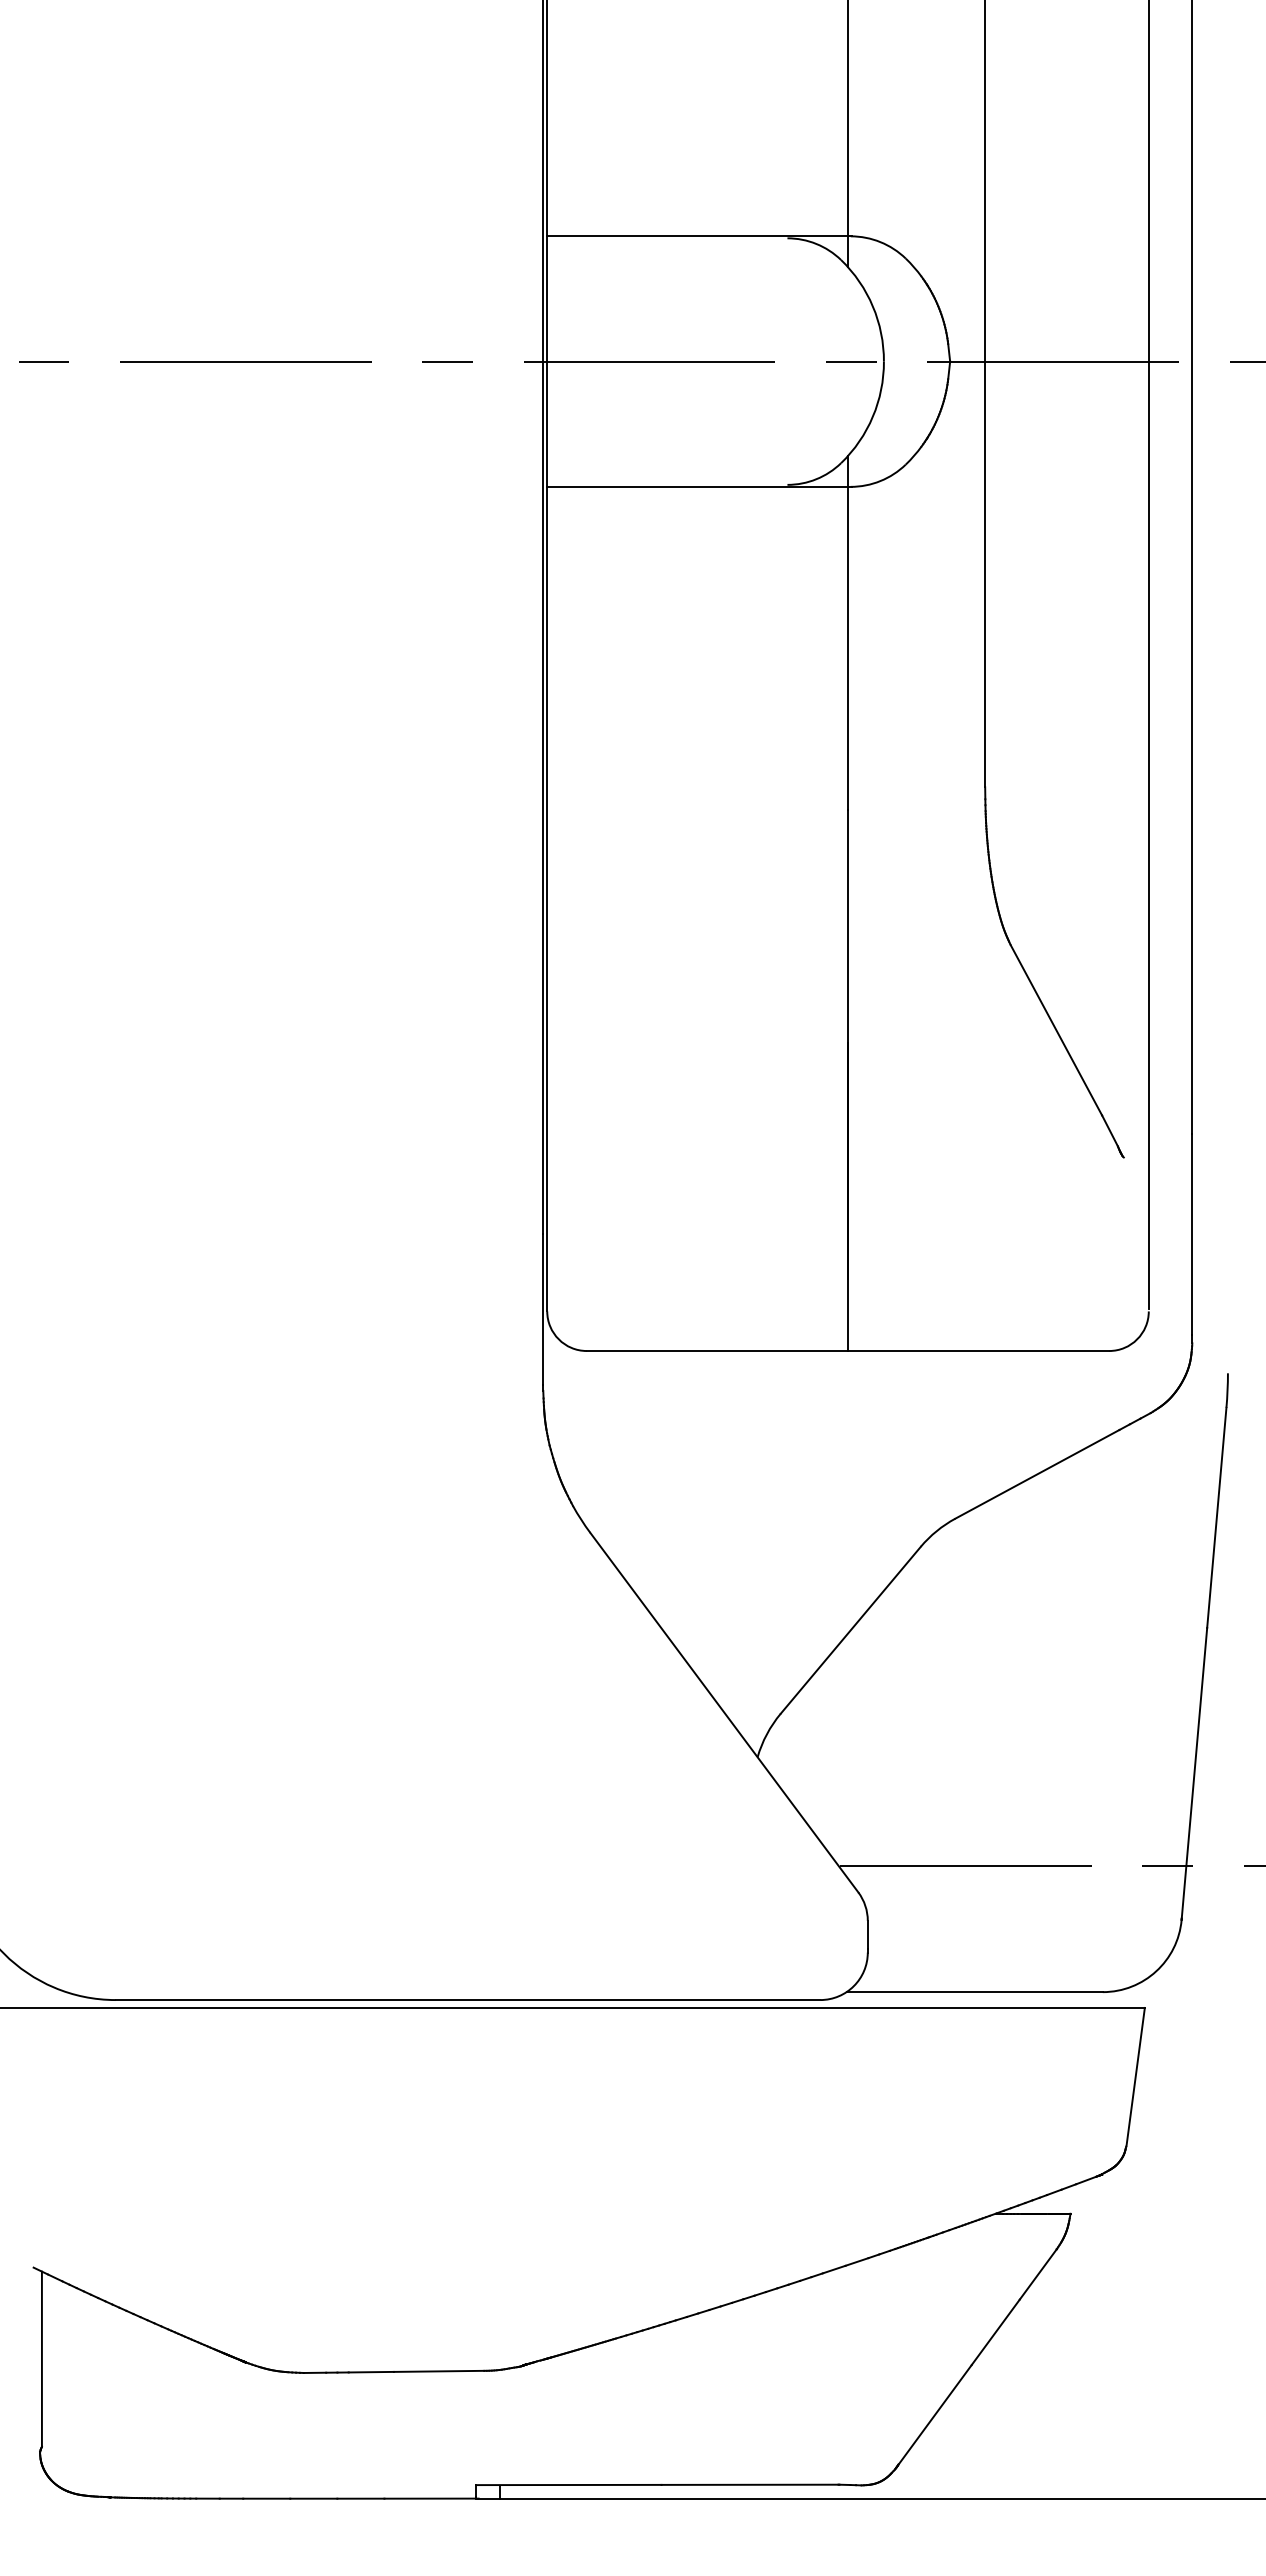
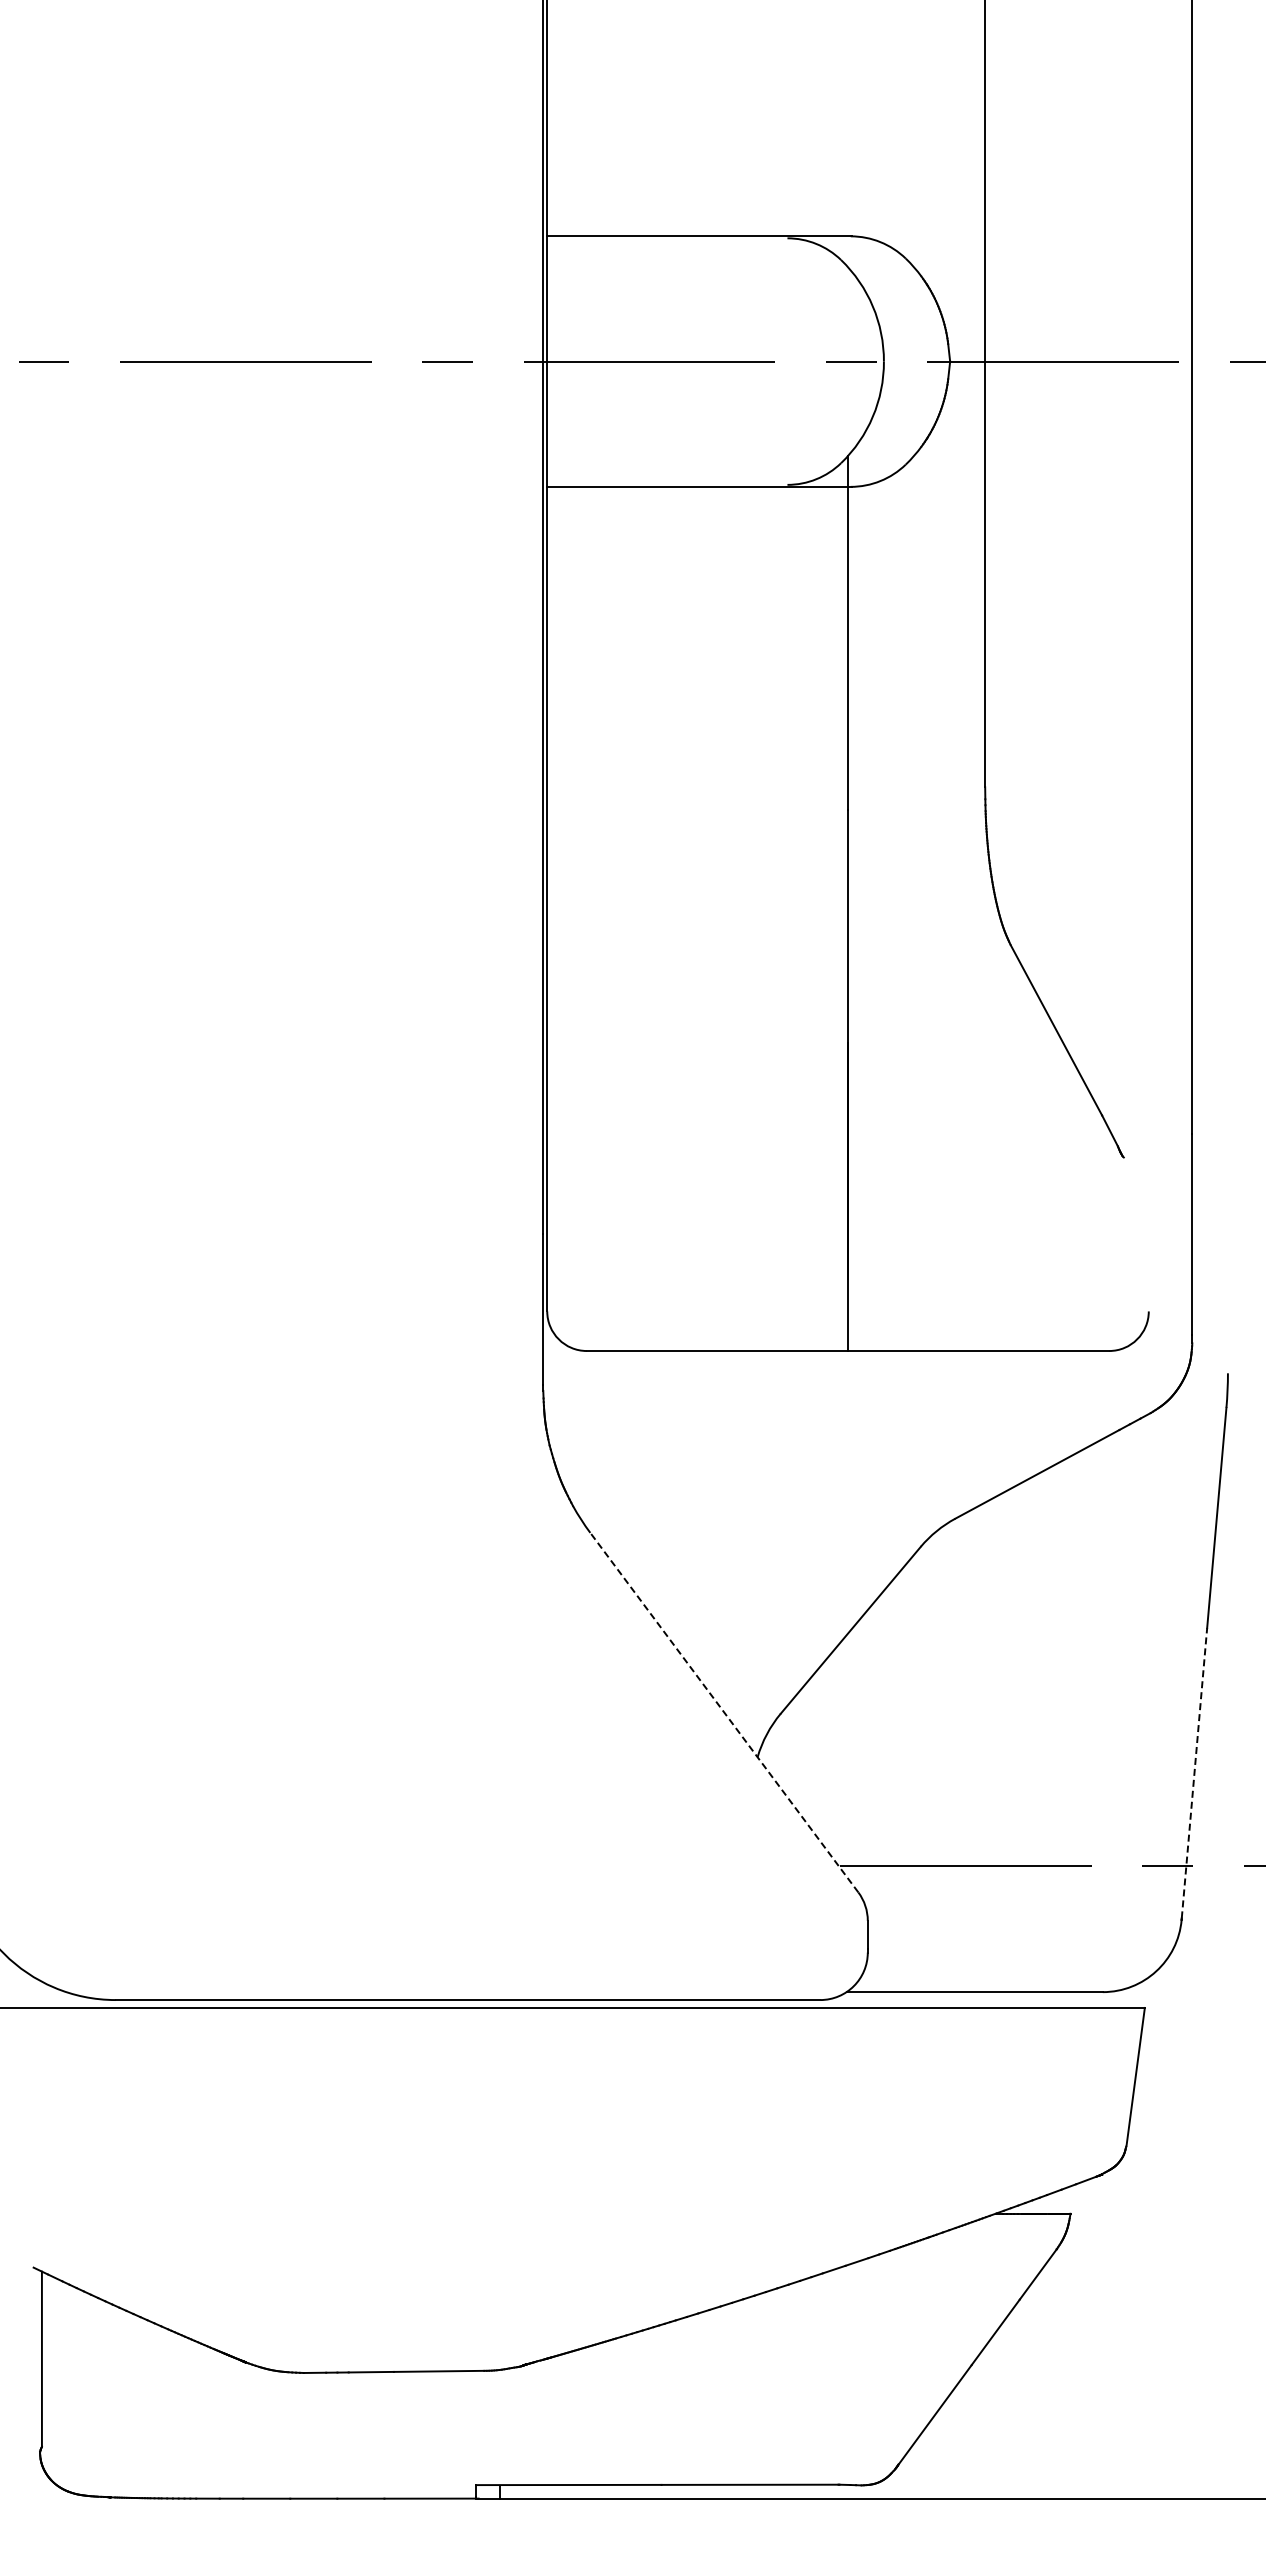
line at (848, 134): present -> none
line at (1148, 655): present -> none
line at (724, 1712): solid -> dashed
line at (1194, 1773): solid -> dashed
